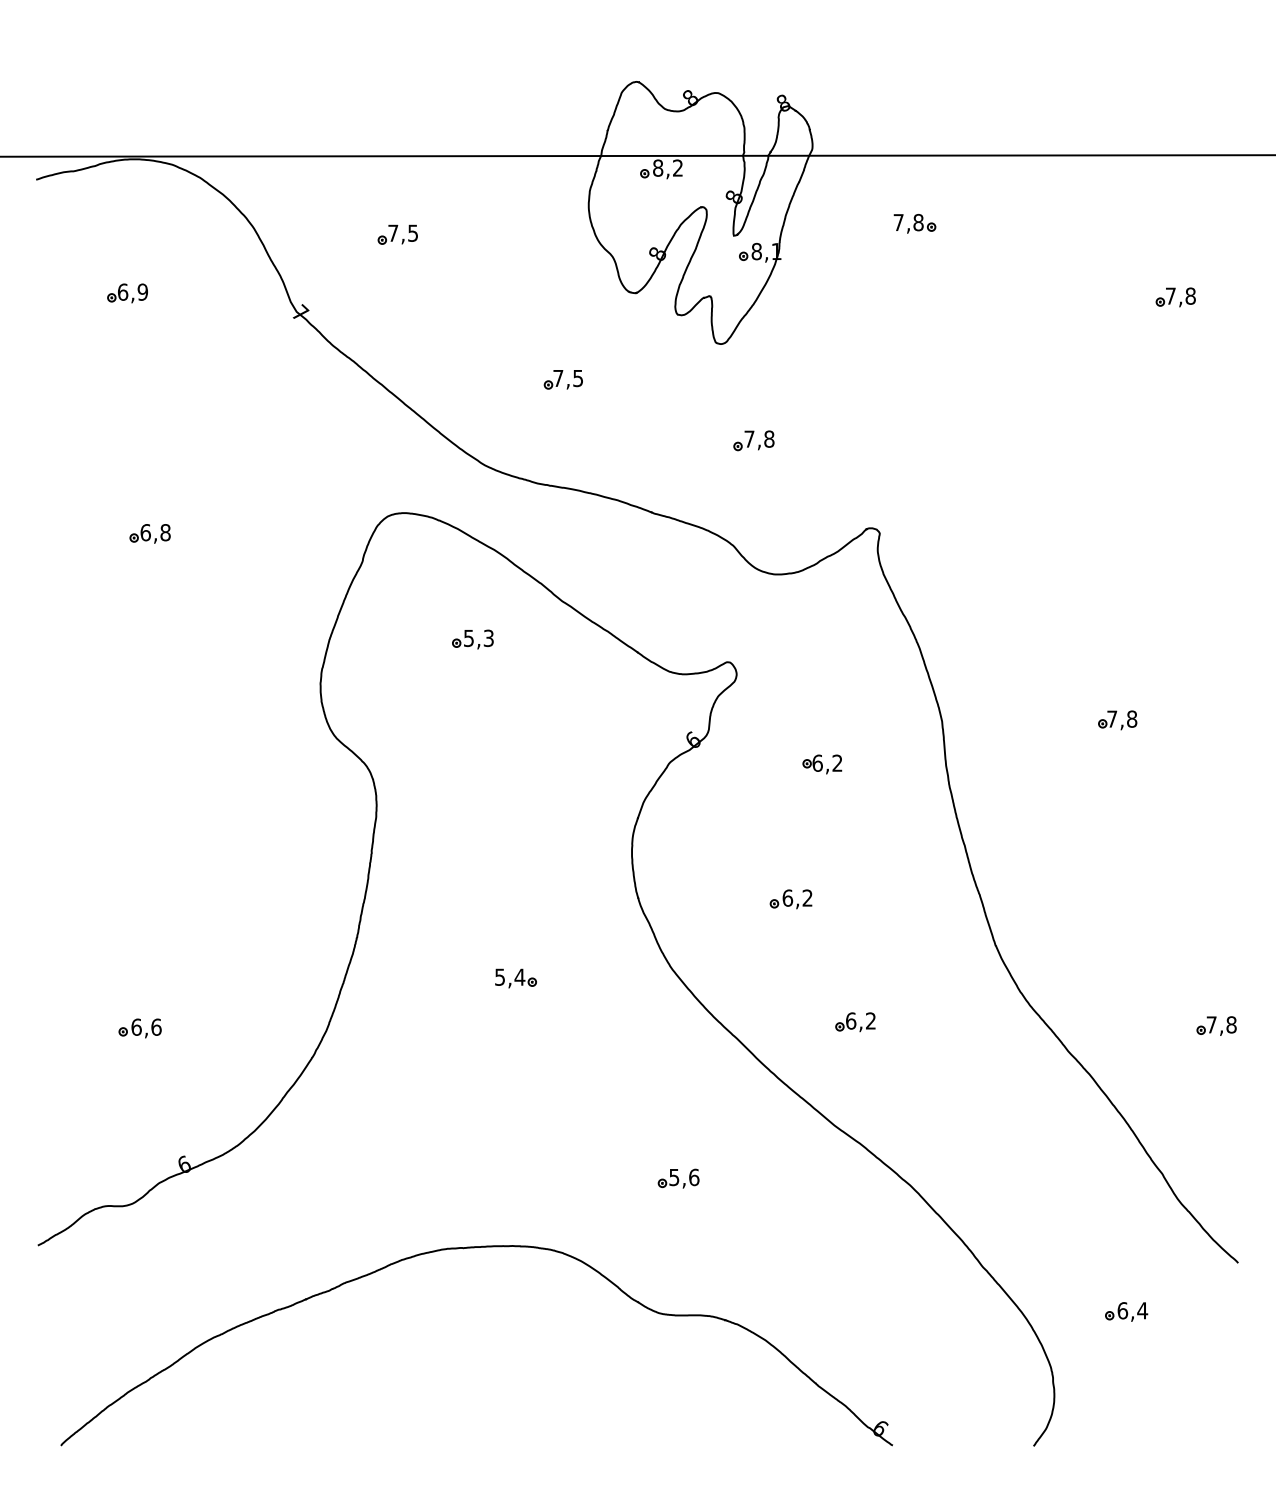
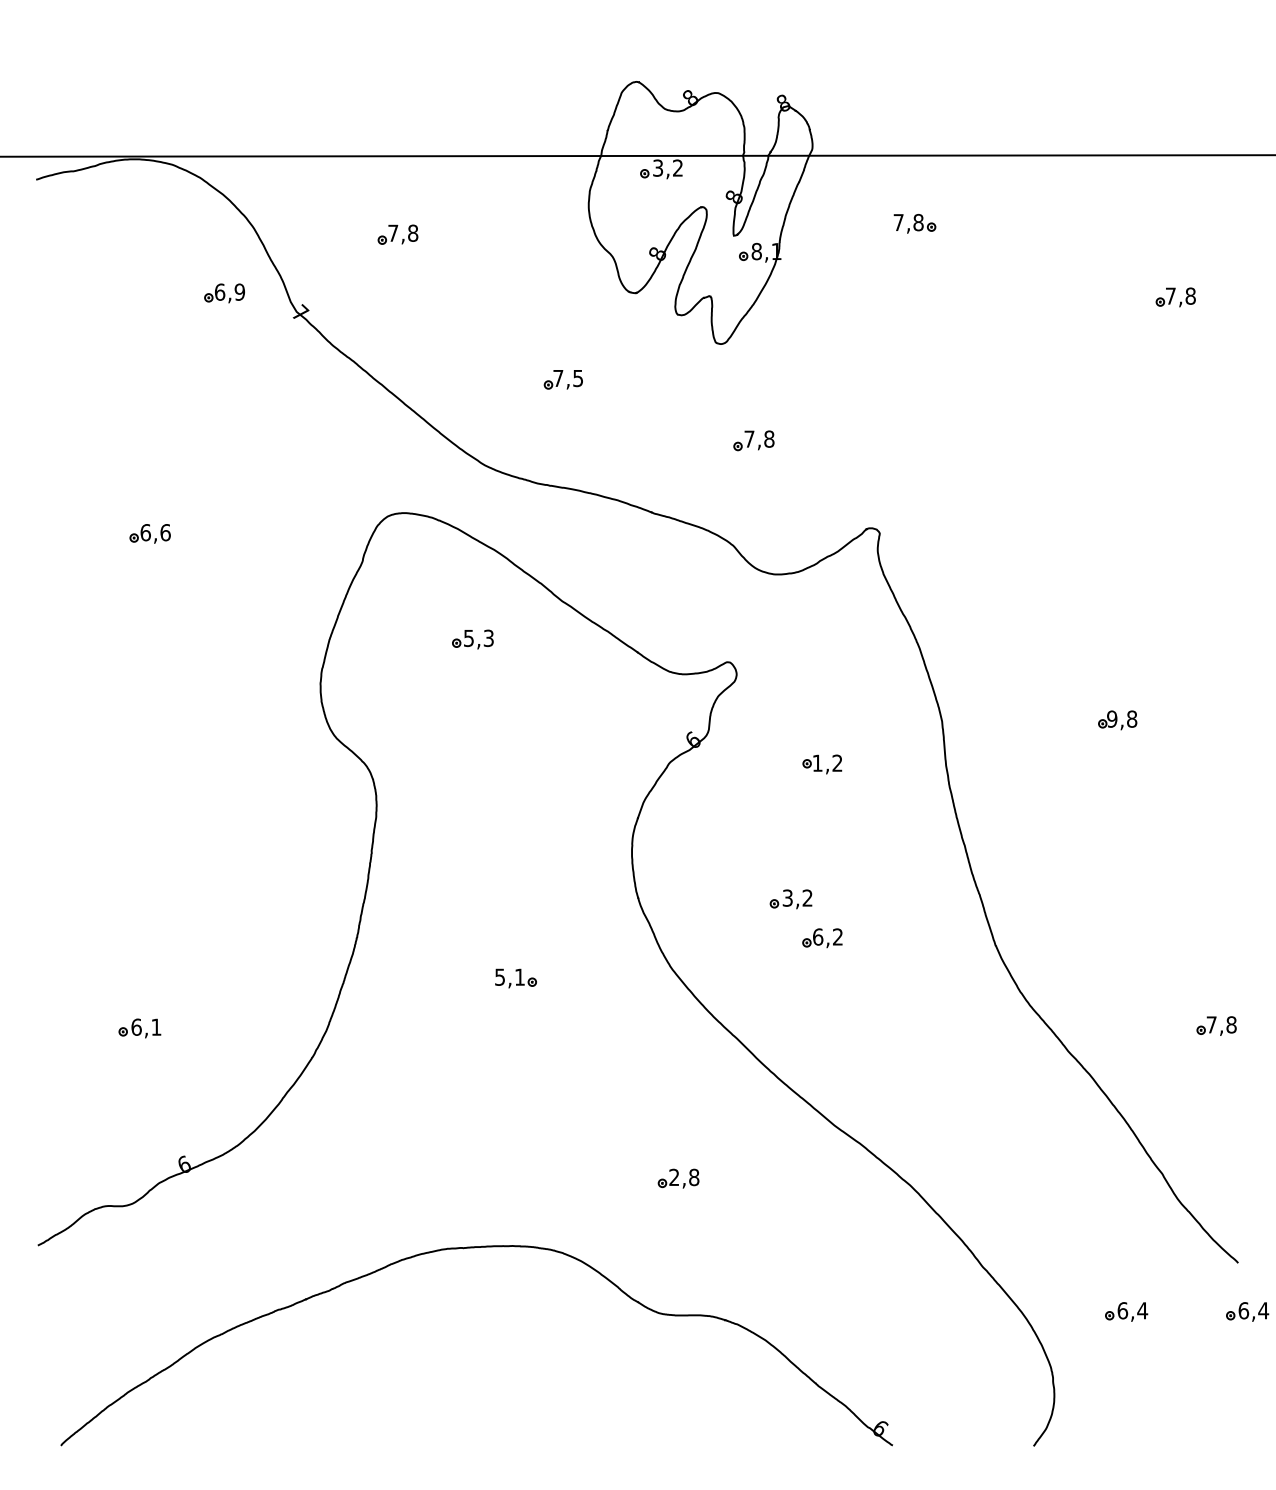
text at (658, 167): 8,2 -> 3,2
text at (413, 232): 7,5 -> 7,8
part at (127, 293) position: (127, 293) -> (224, 293)
text at (165, 532): 6,8 -> 6,6
text at (1112, 718): 7,8 -> 9,8
text at (817, 762): 6,2 -> 1,2
text at (787, 897): 6,2 -> 3,2
text at (519, 976): 5,4 -> 5,1
part at (855, 1022) position: (855, 1022) -> (822, 938)
text at (156, 1026): 6,6 -> 6,1
text at (684, 1177): 5,6 -> 2,8
part at (1247, 1311): none -> present
